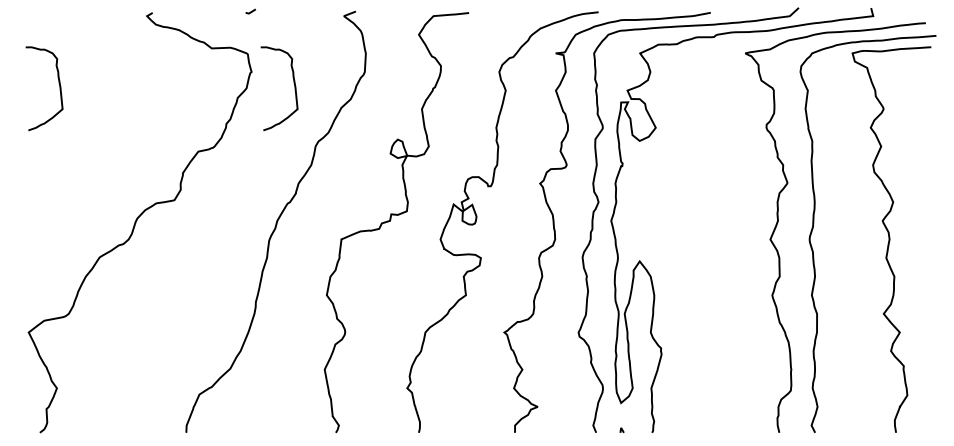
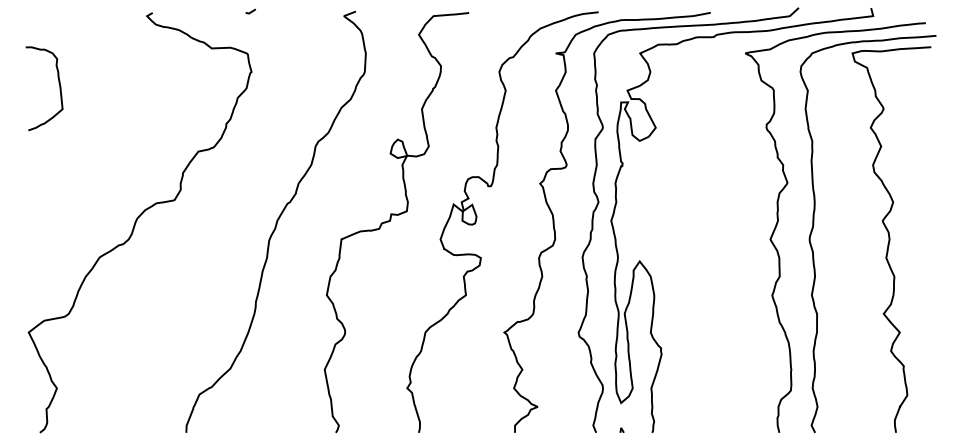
curve at (293, 83): present -> none
